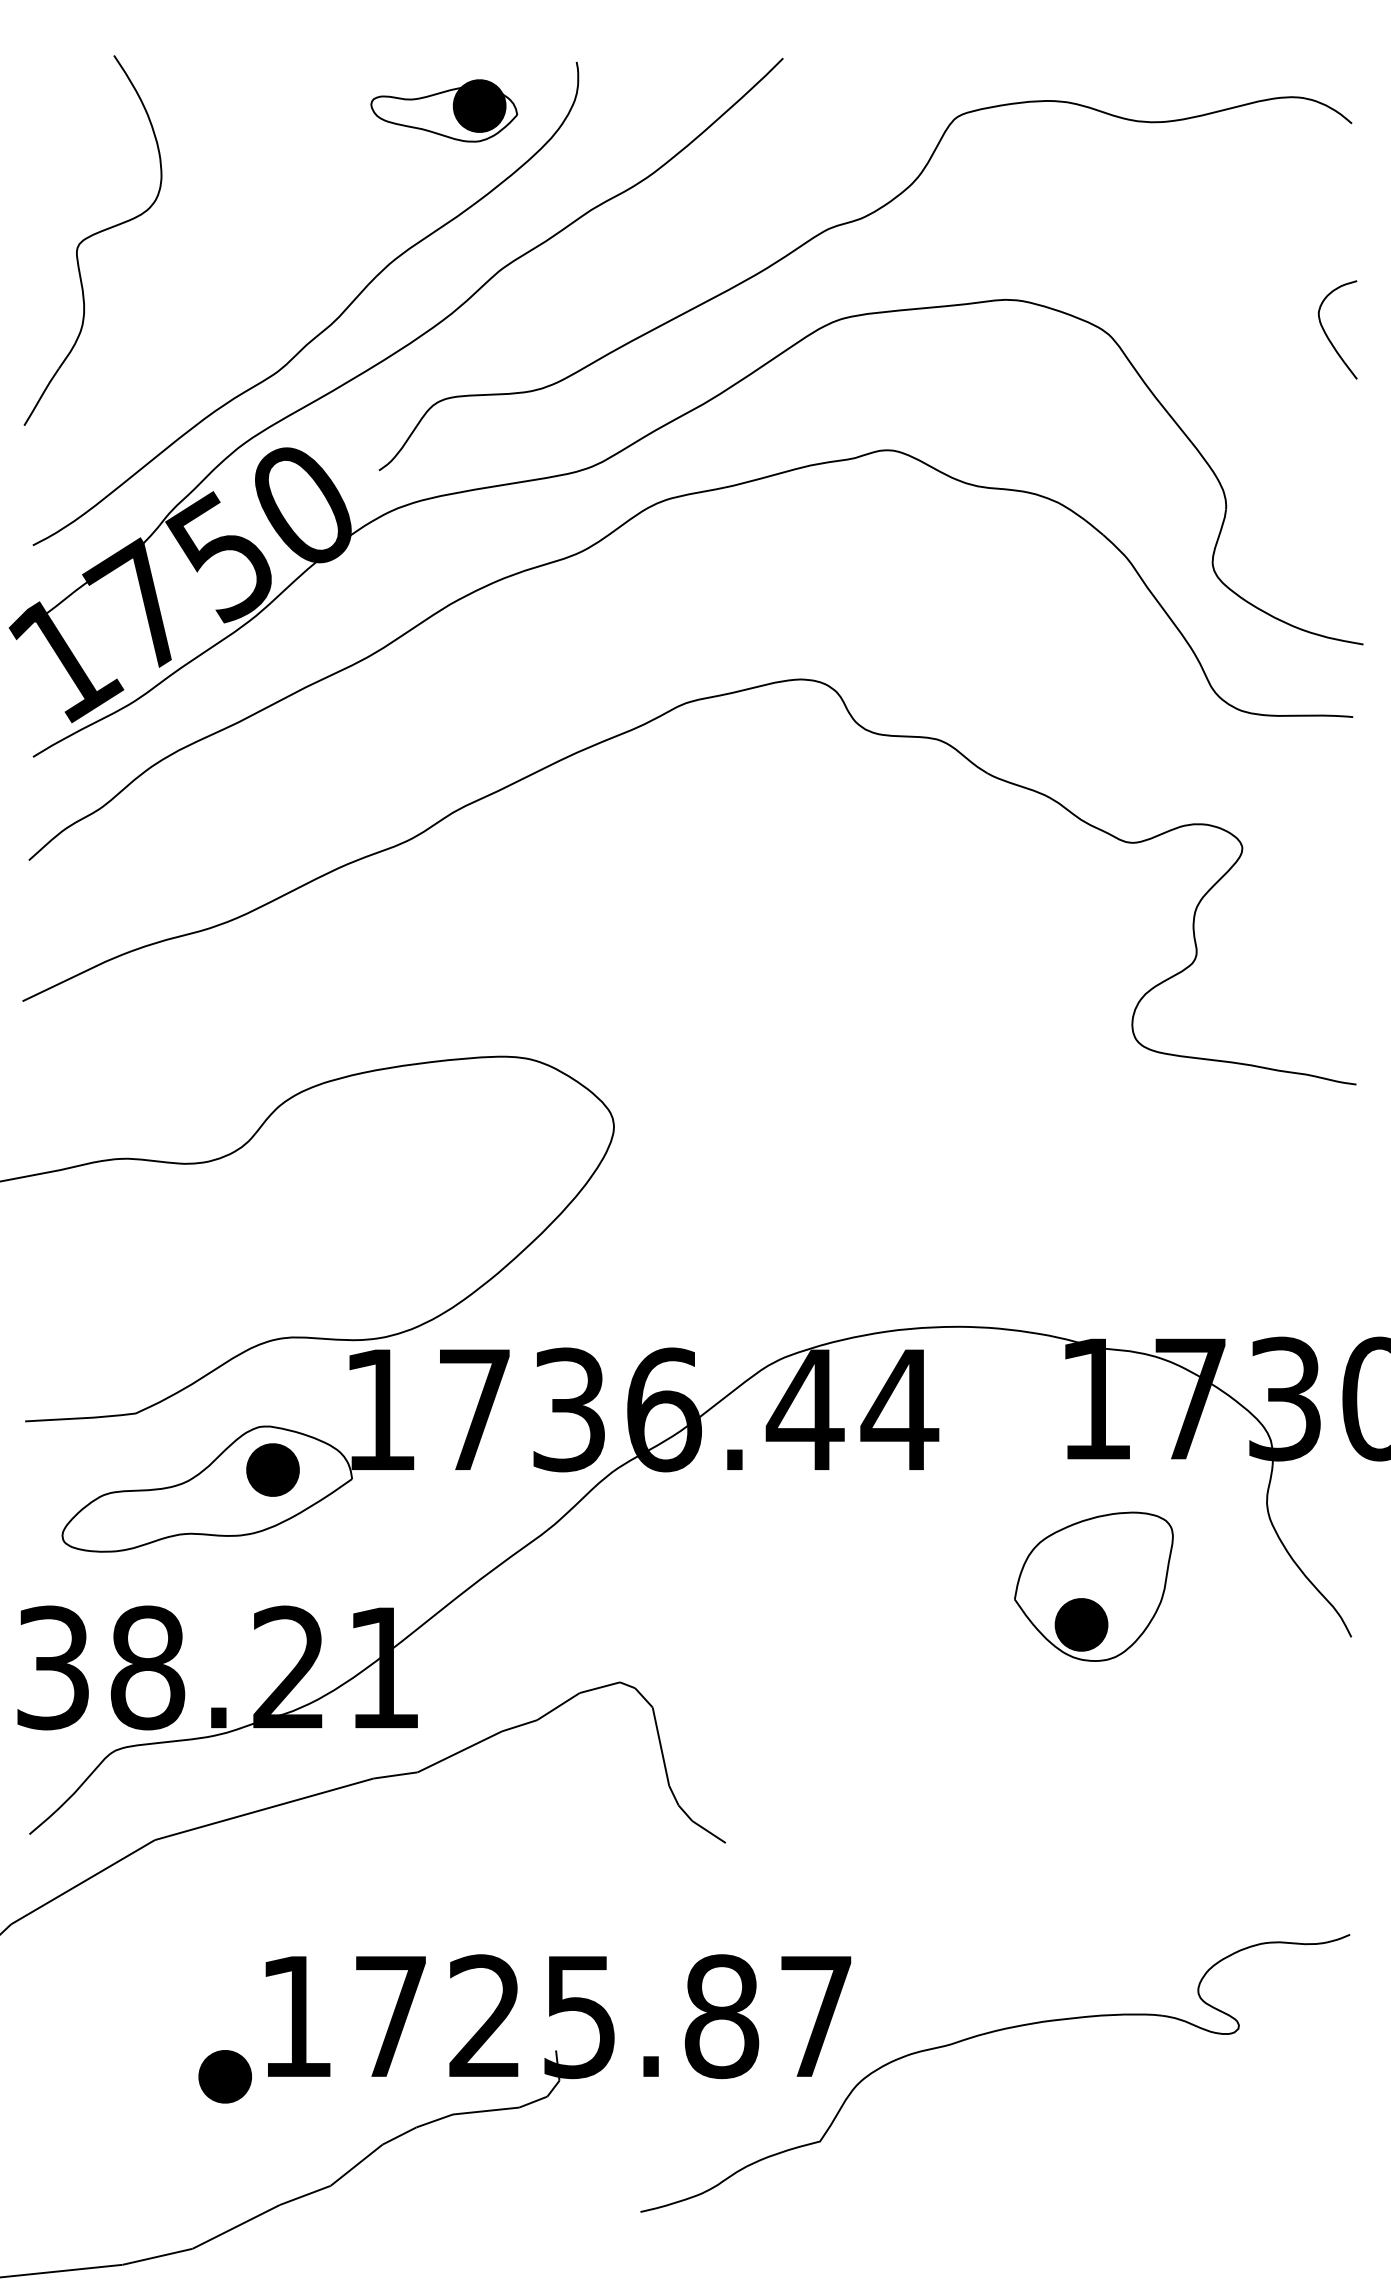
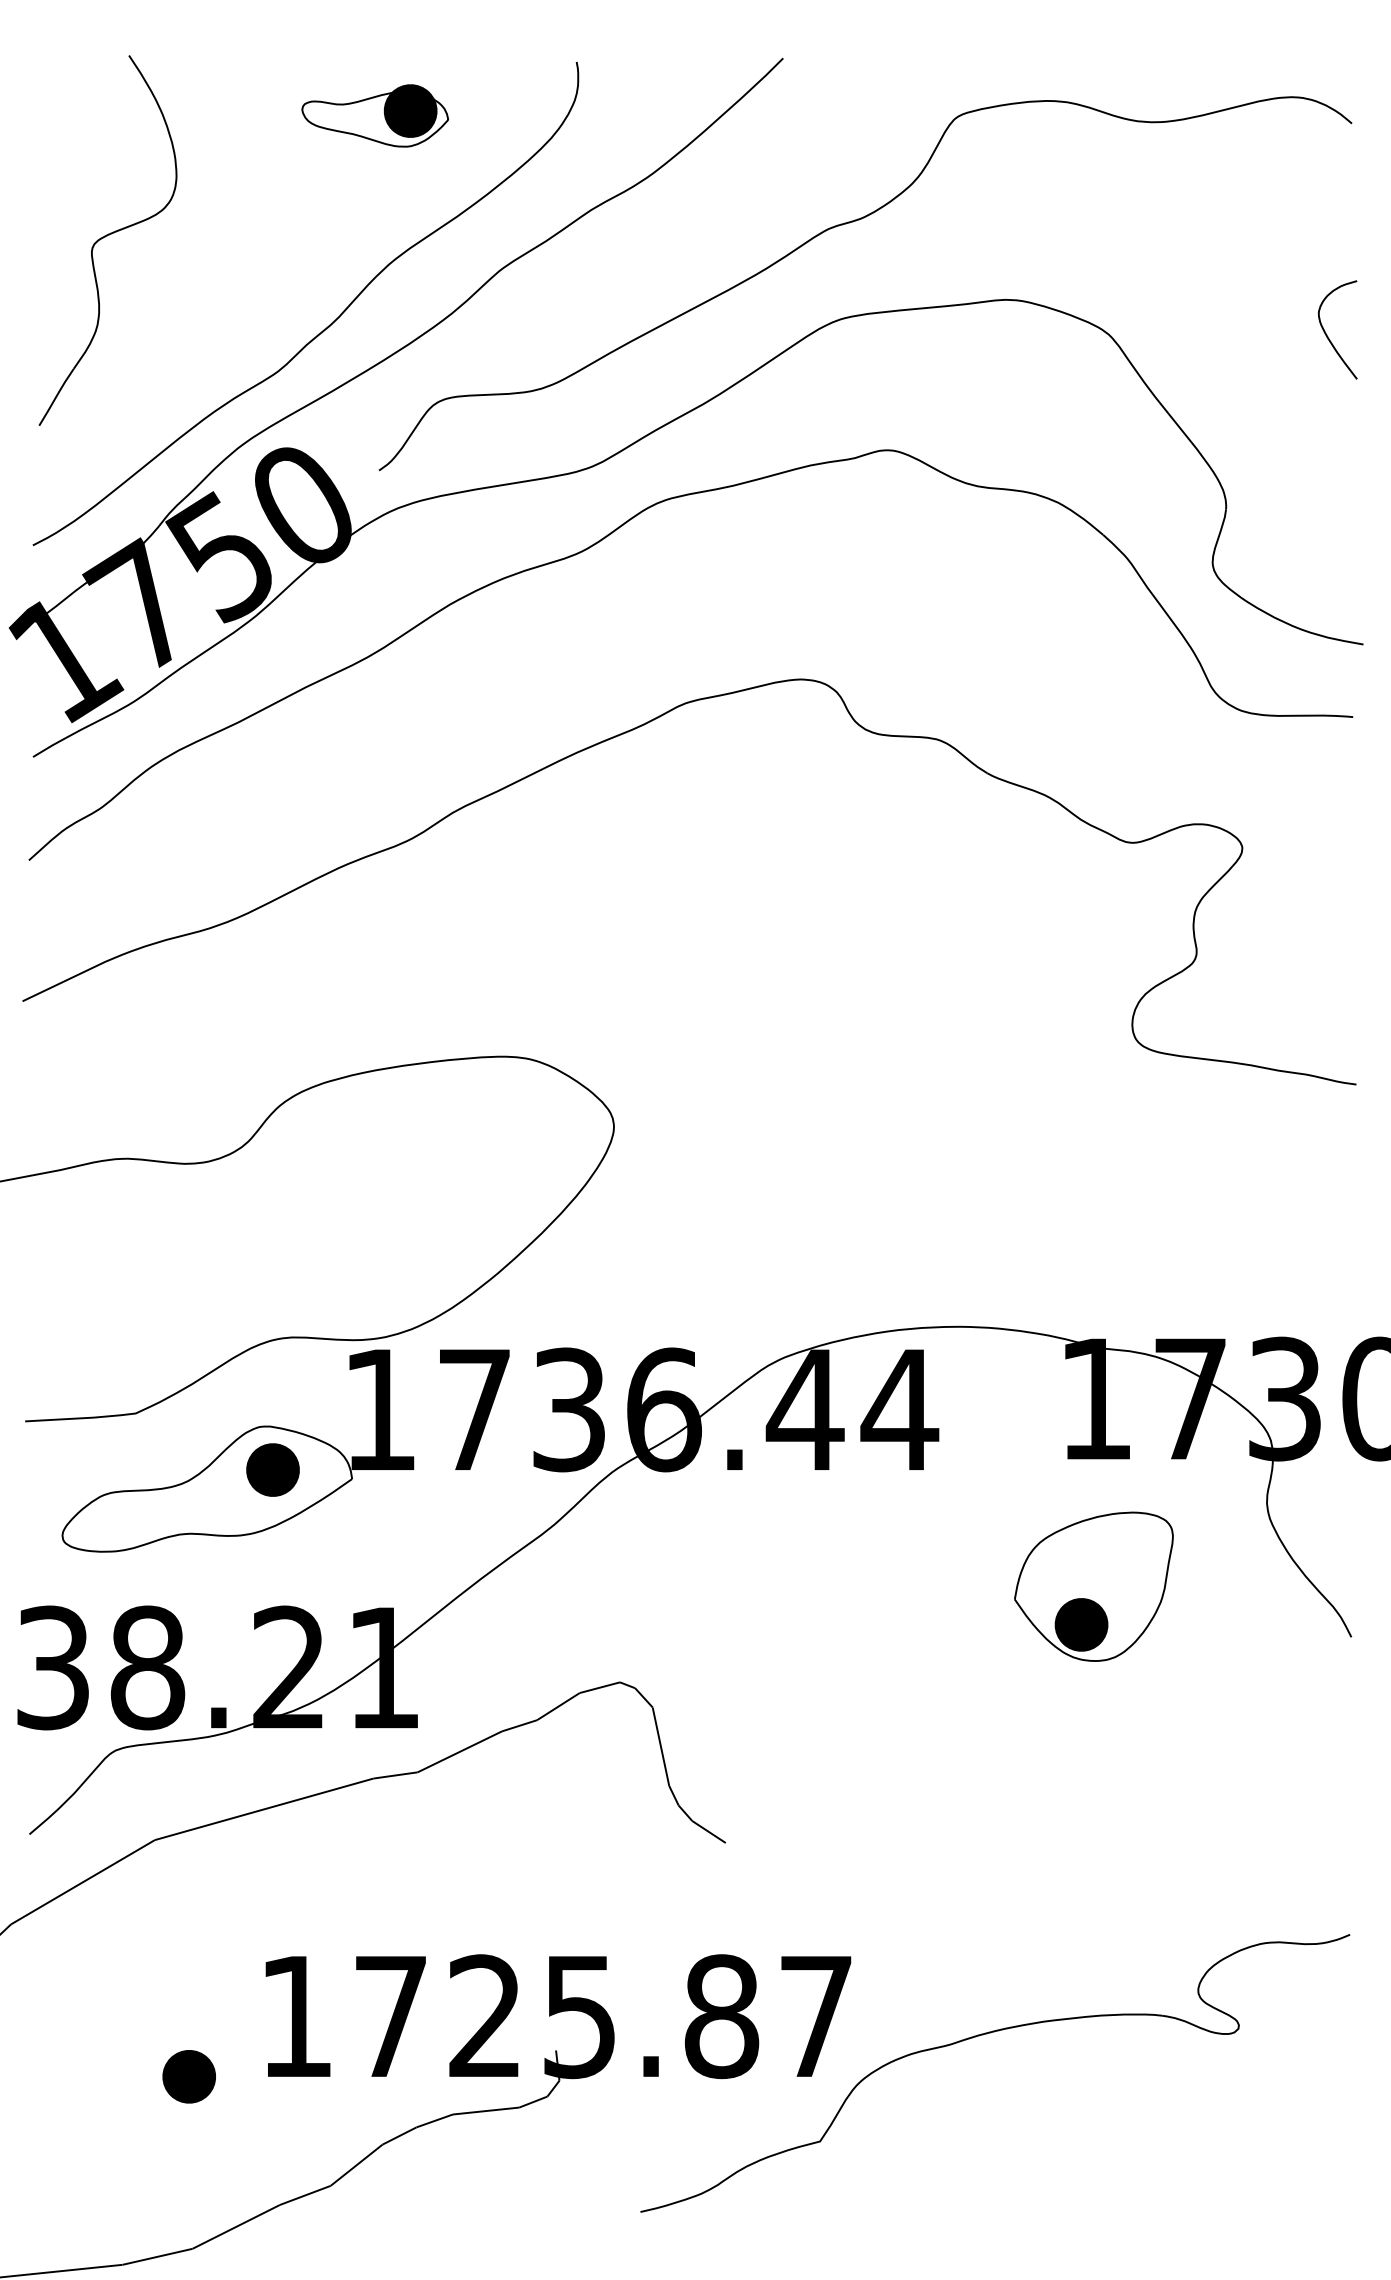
part at (444, 110) position: (444, 110) -> (375, 115)
part at (92, 240) position: (92, 240) -> (107, 240)
part at (224, 2076) position: (224, 2076) -> (188, 2076)
